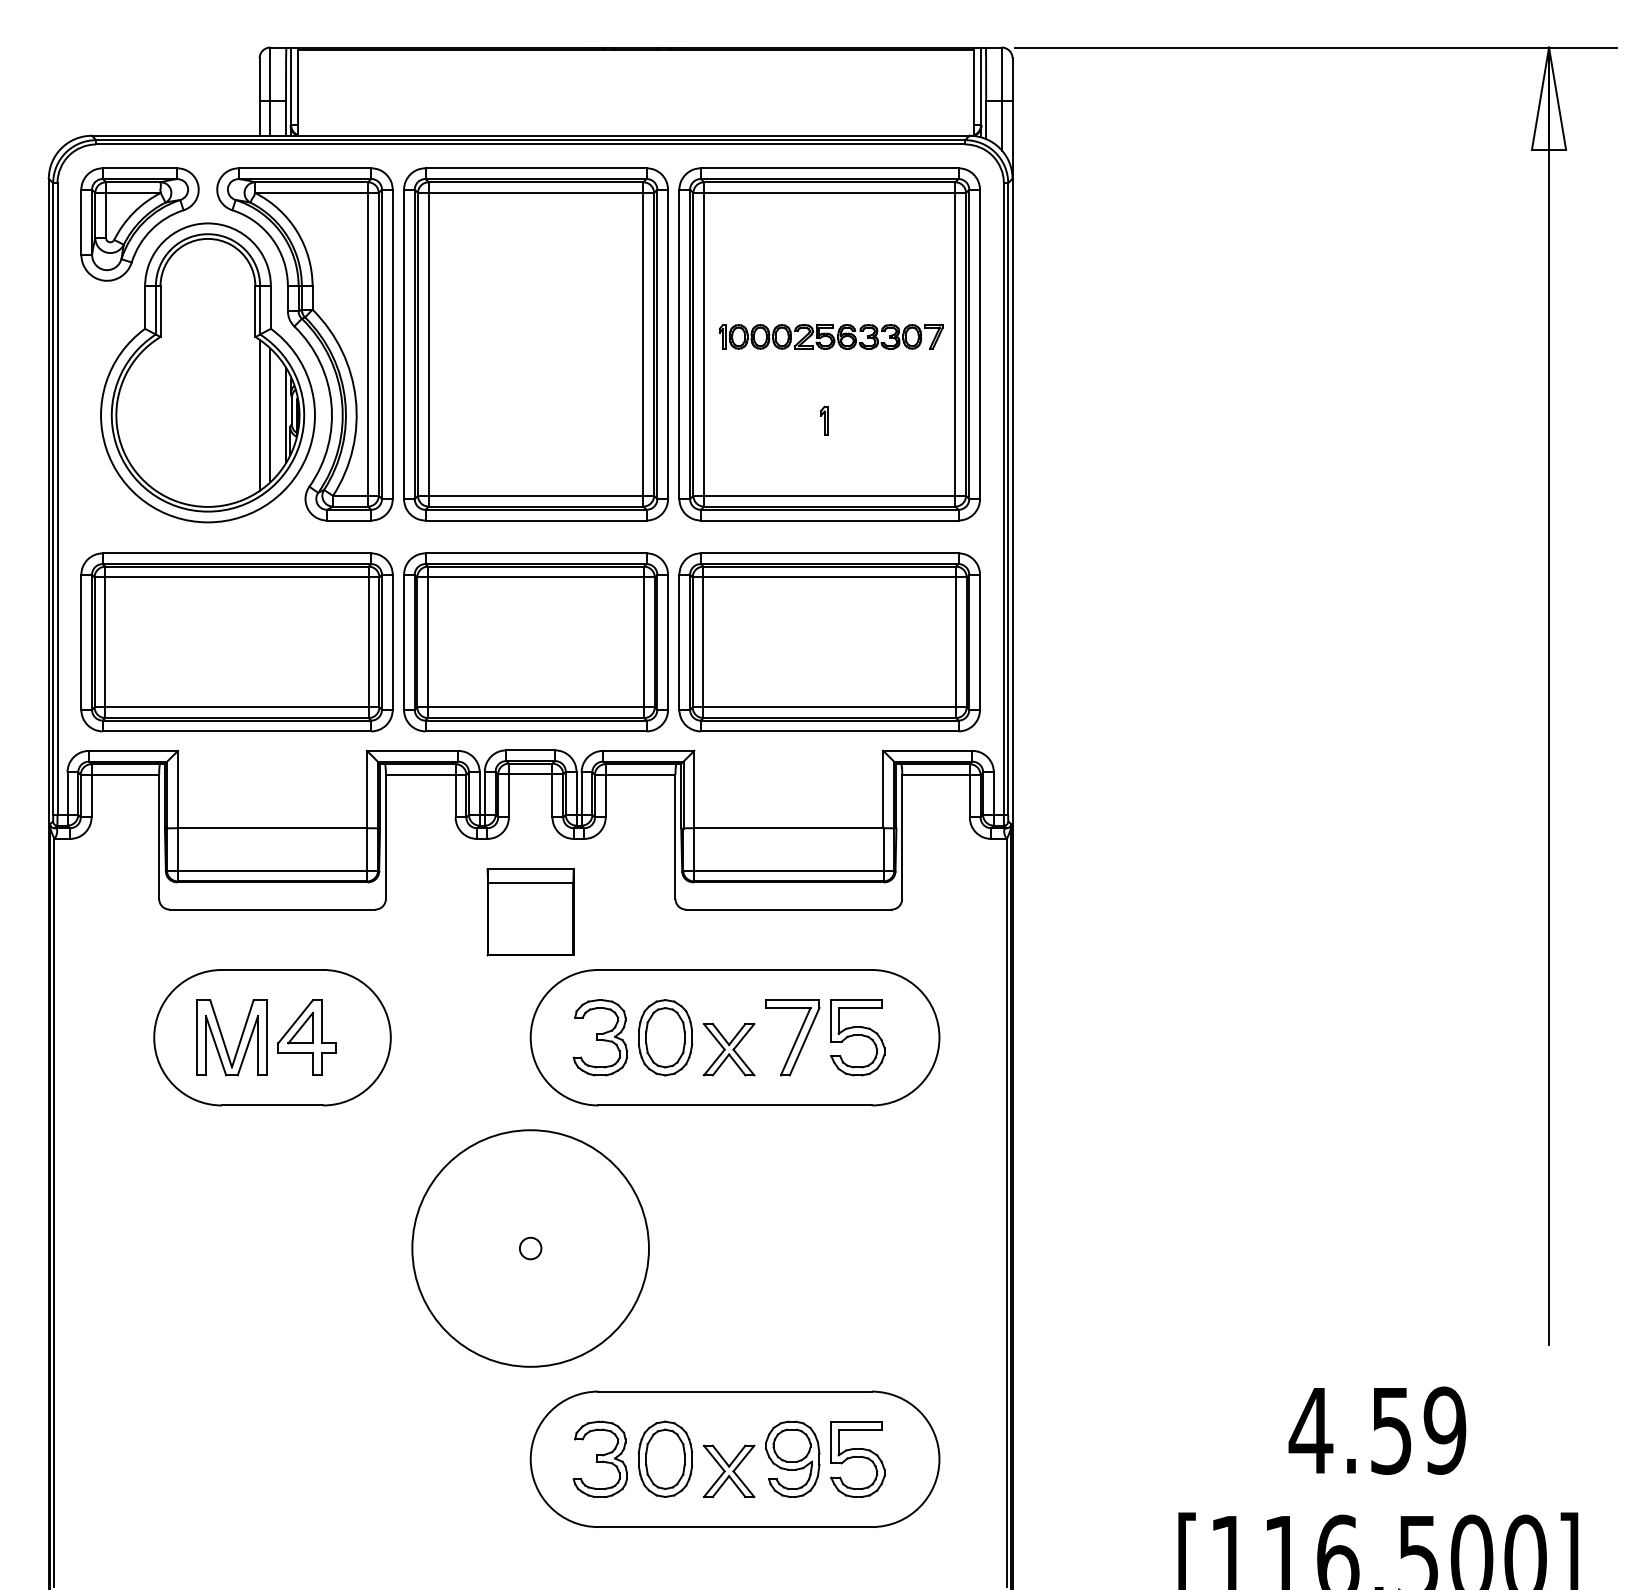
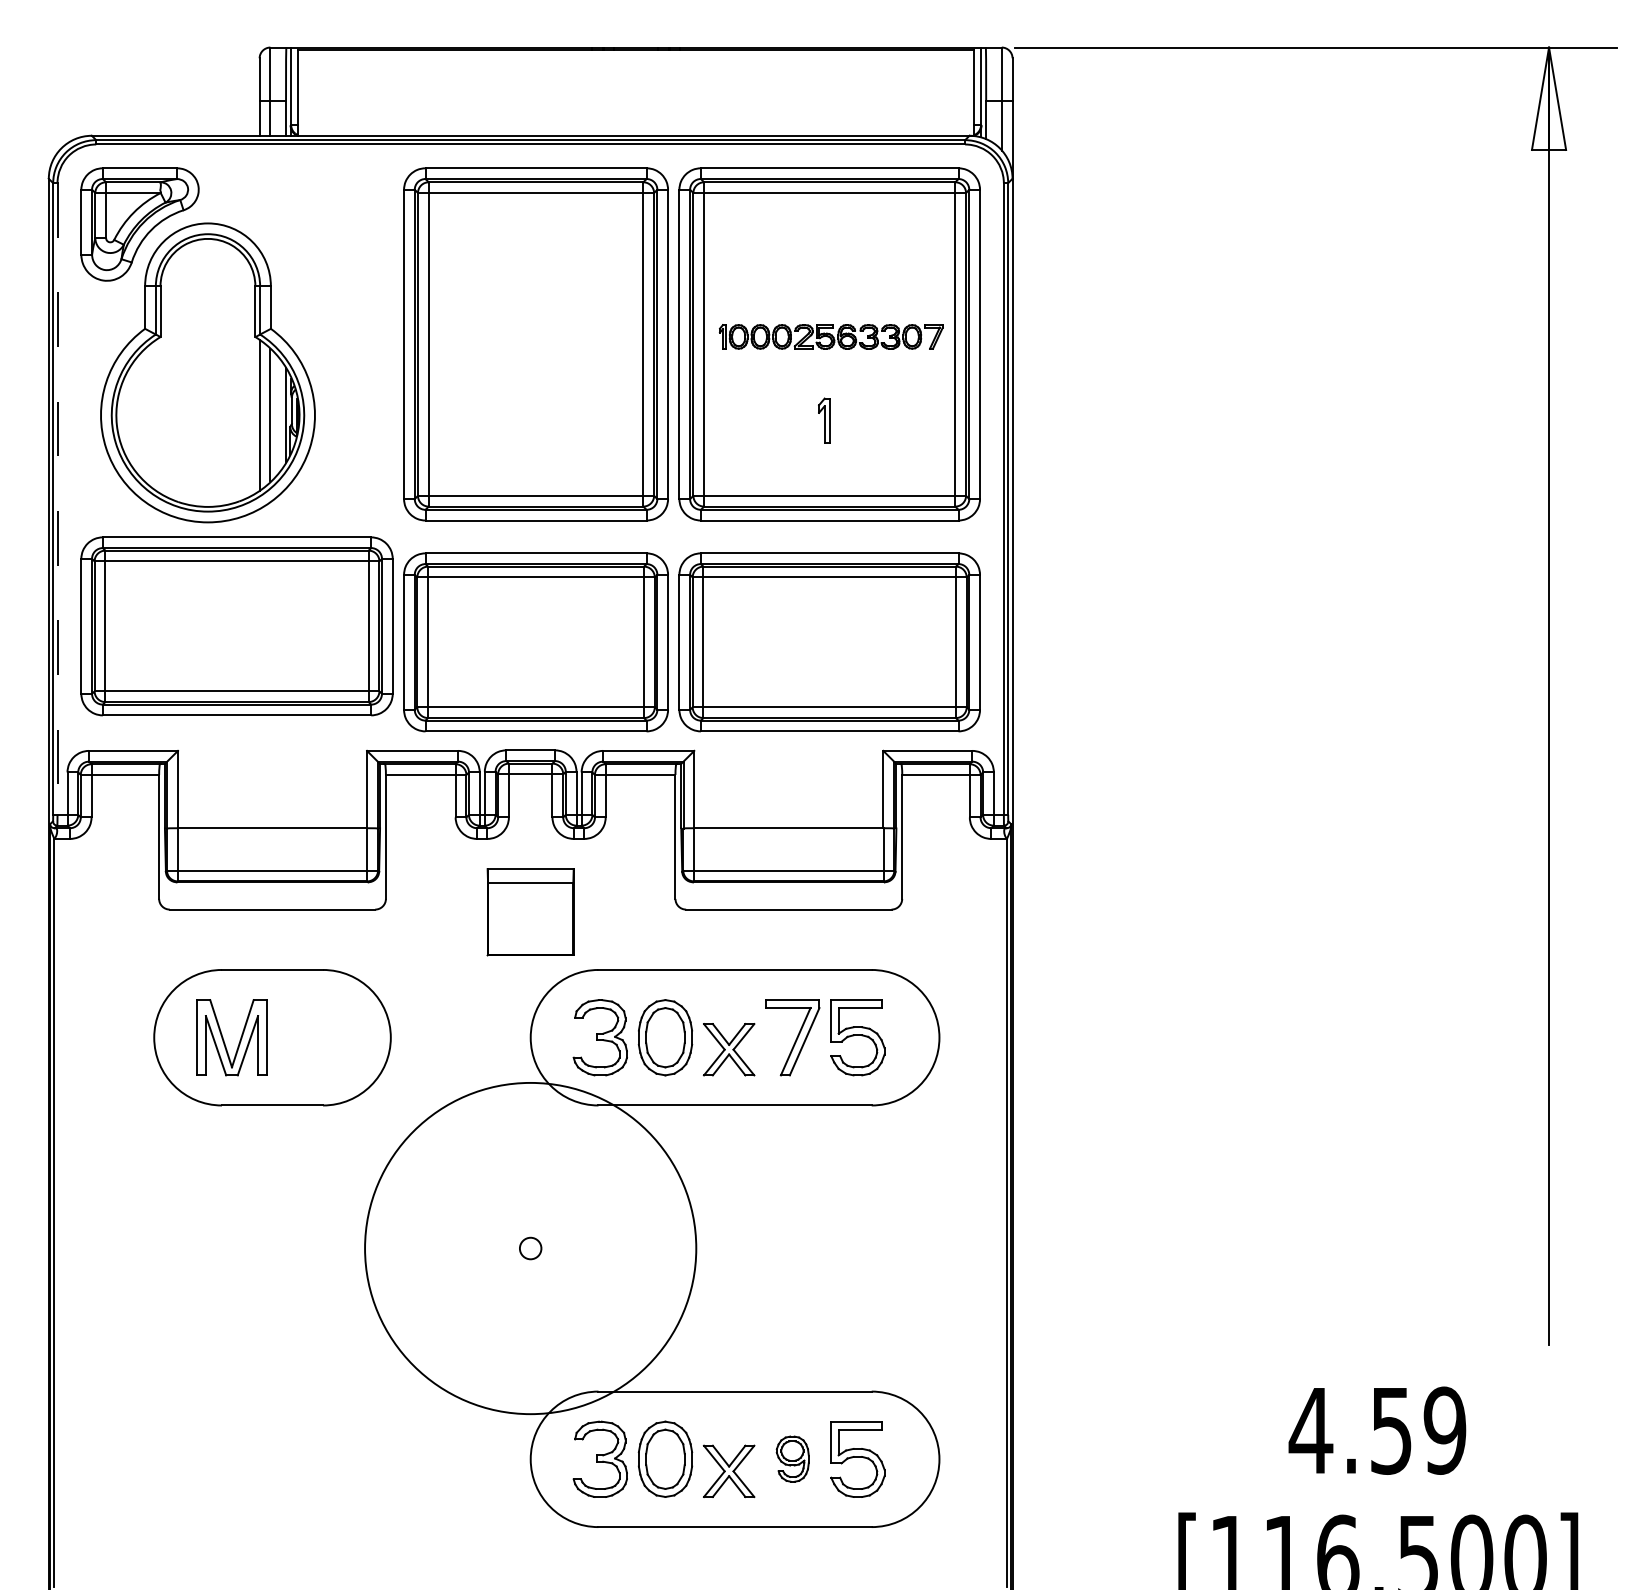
part at (304, 344): present -> none
part at (824, 420) size: 9x31 px -> 13x47 px
line at (57, 499): solid -> dashed
part at (236, 642) position: (236, 642) -> (236, 626)
part at (306, 1037): present -> none
circle at (530, 1248) diameter: 237 px -> 331 px
part at (792, 1458) size: 56x78 px -> 35x48 px
